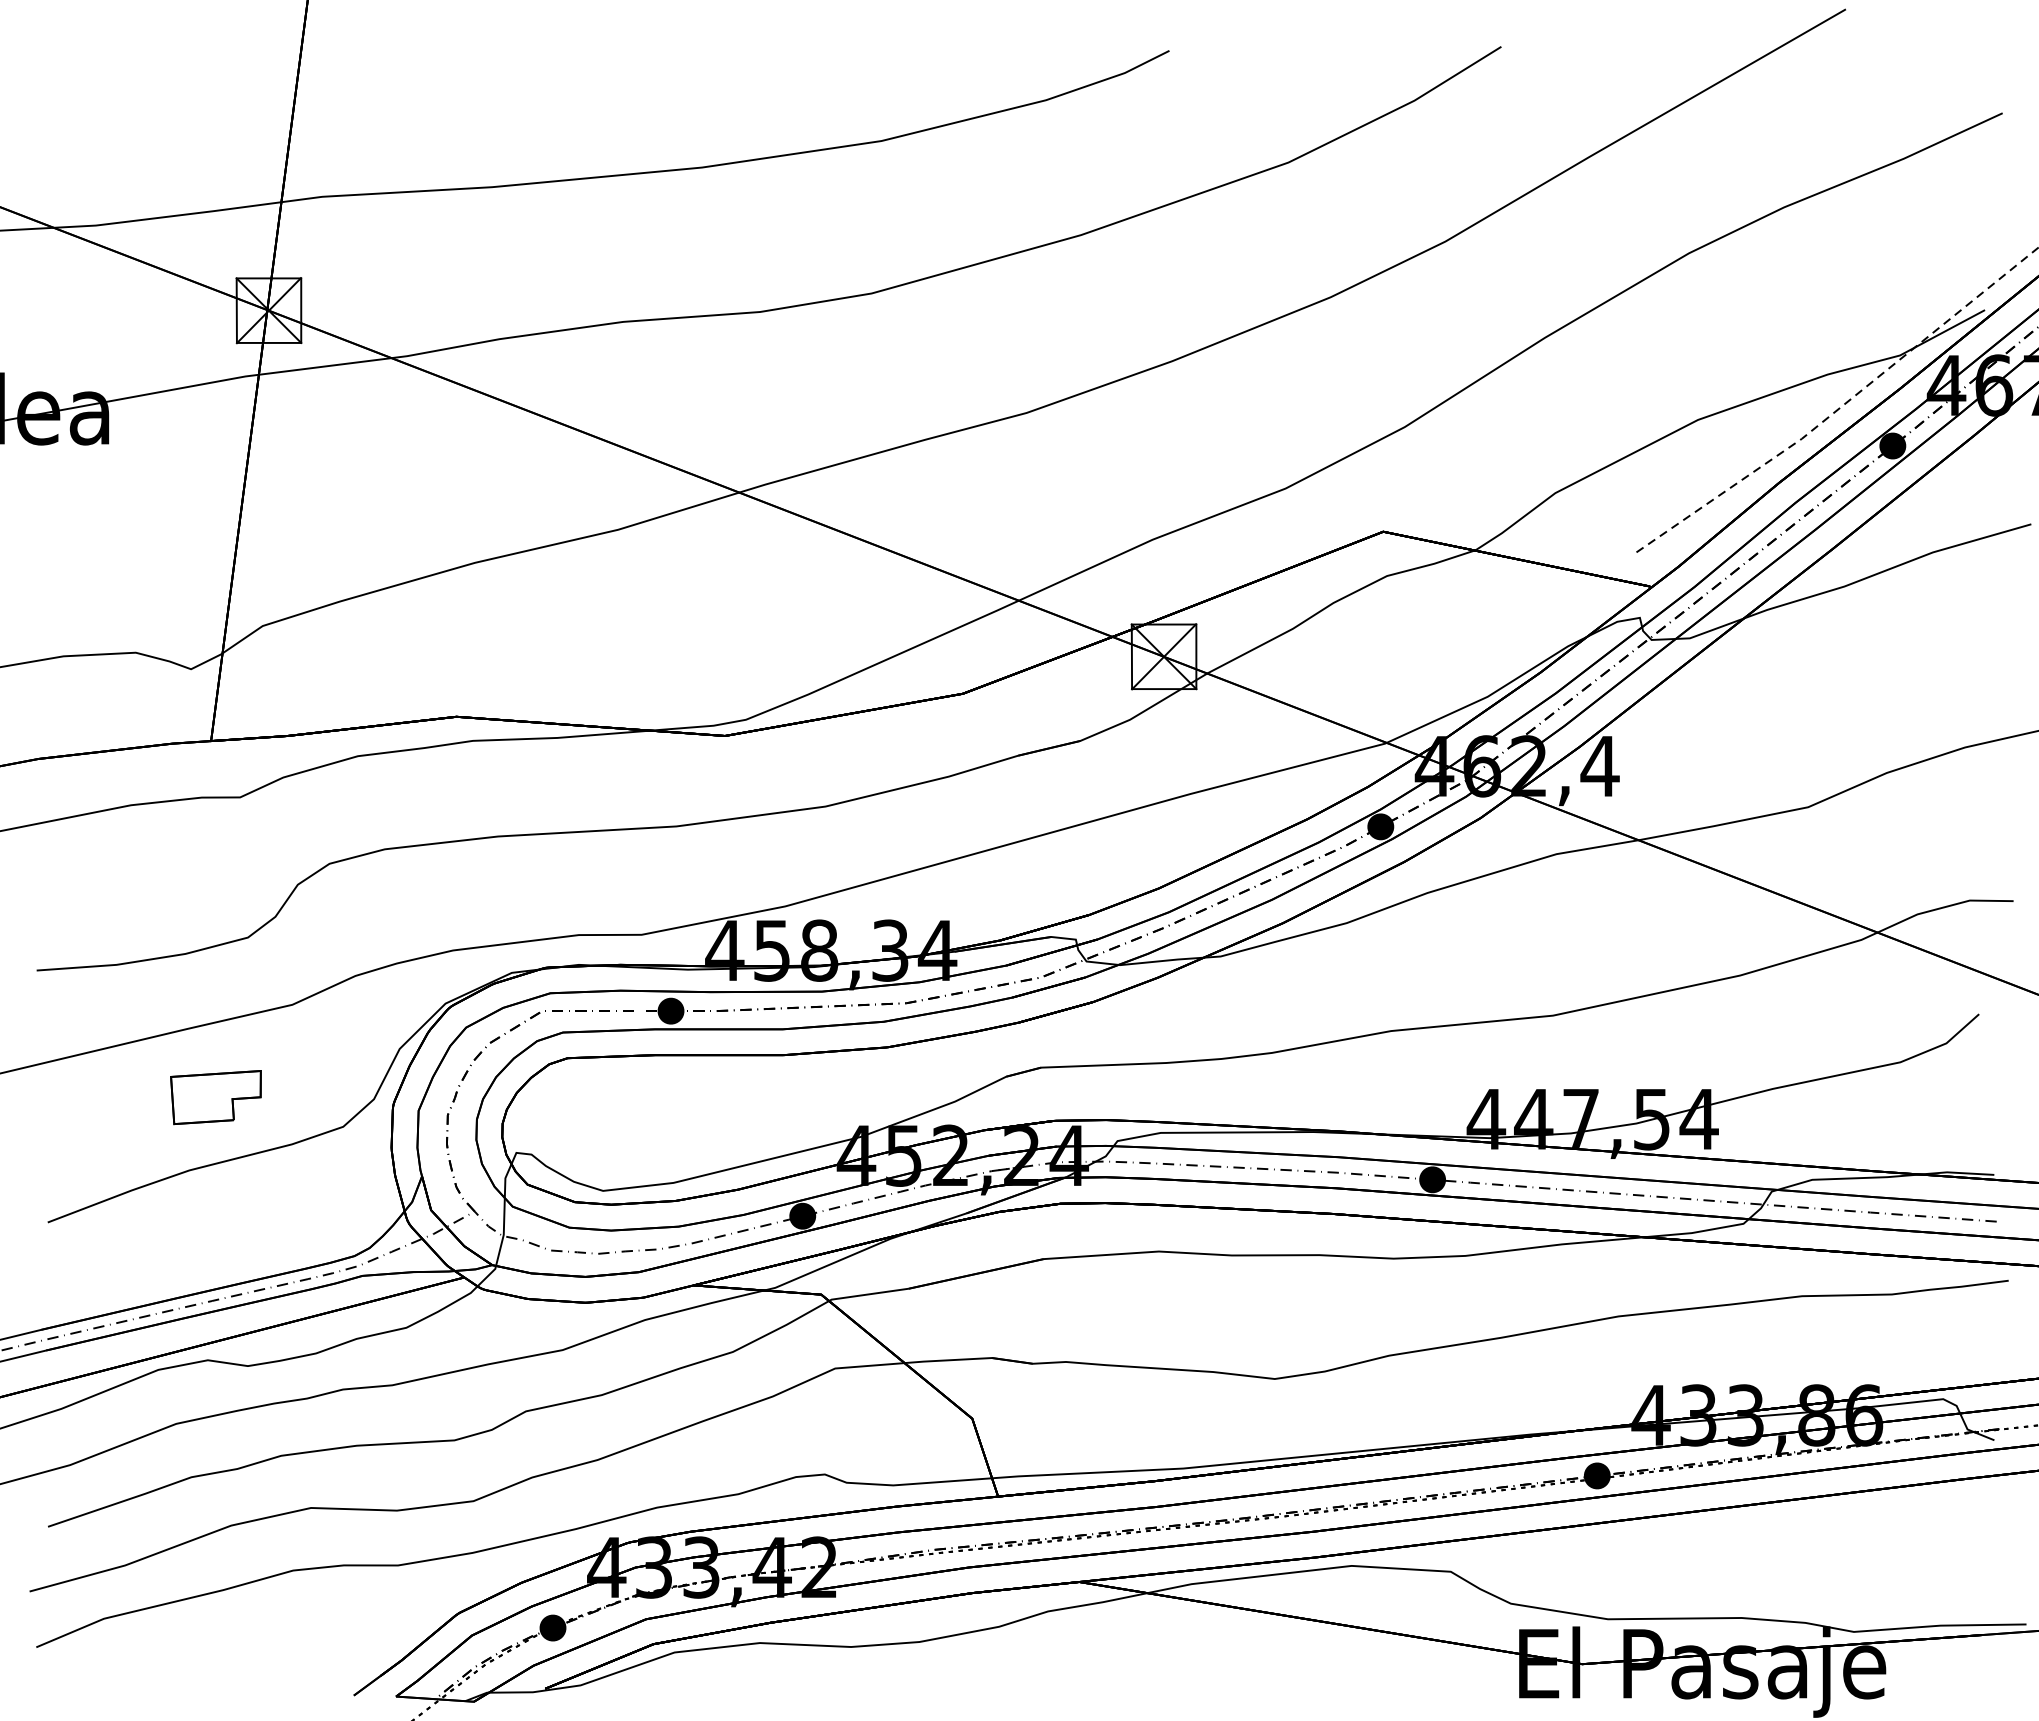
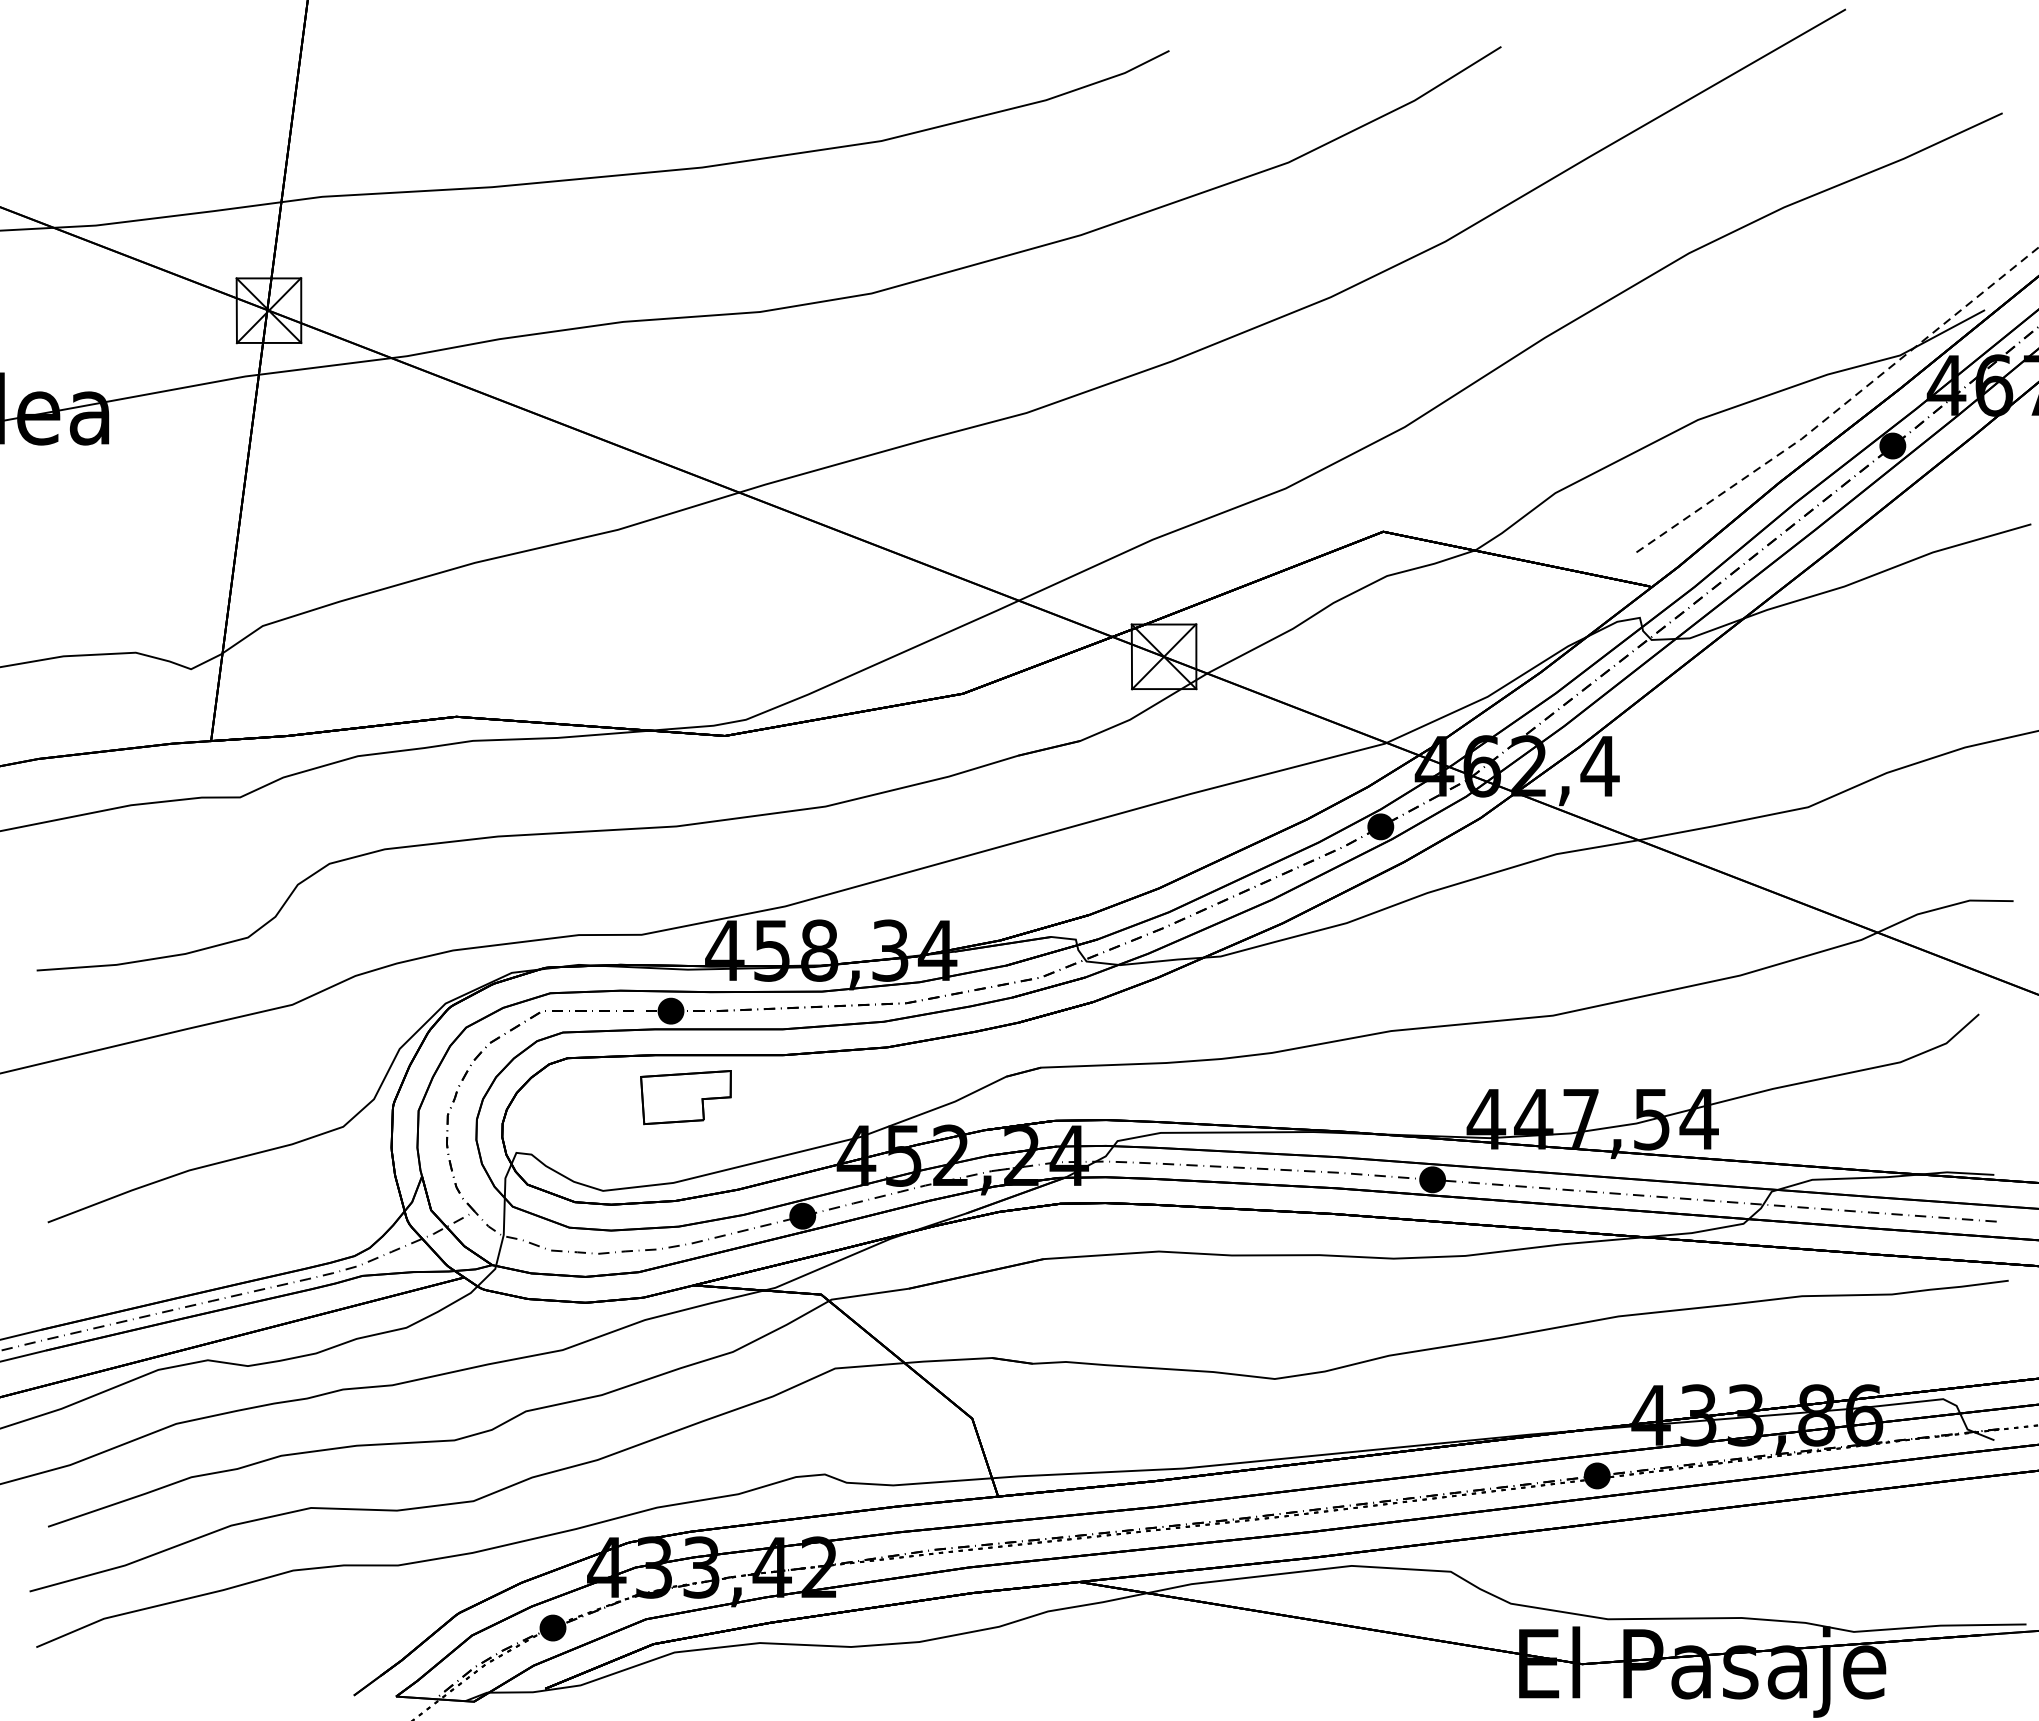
part at (215, 1097) position: (215, 1097) -> (685, 1097)
